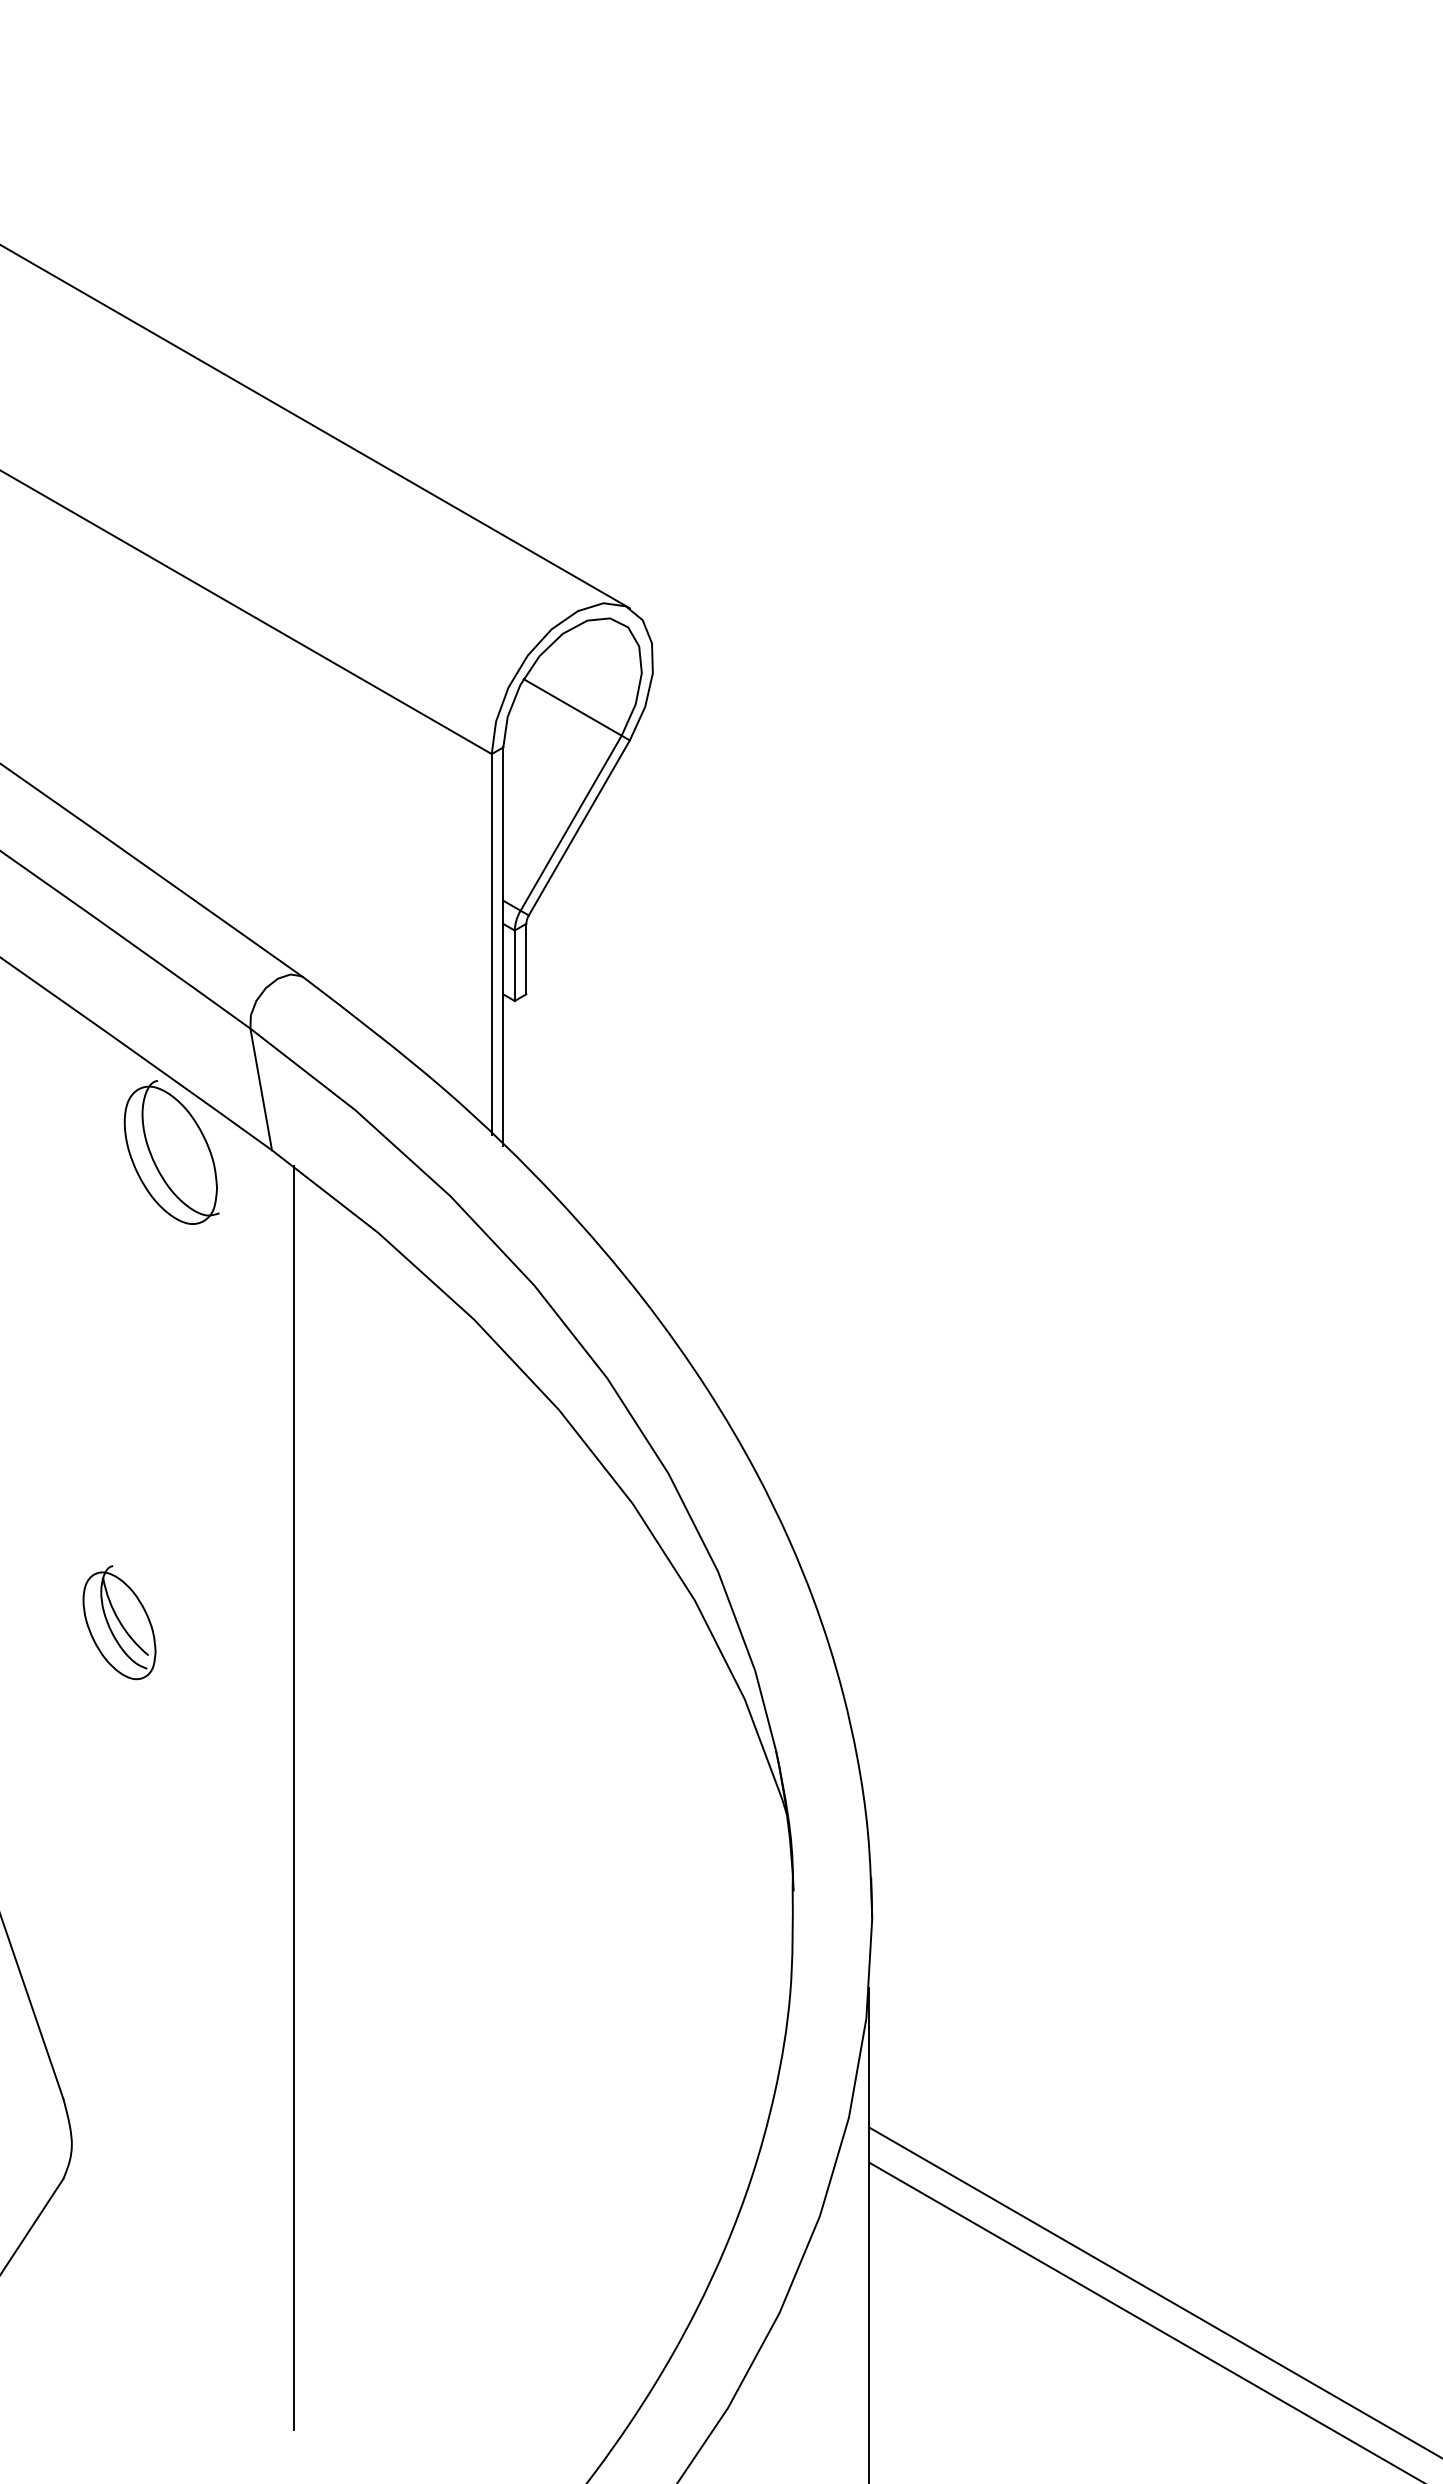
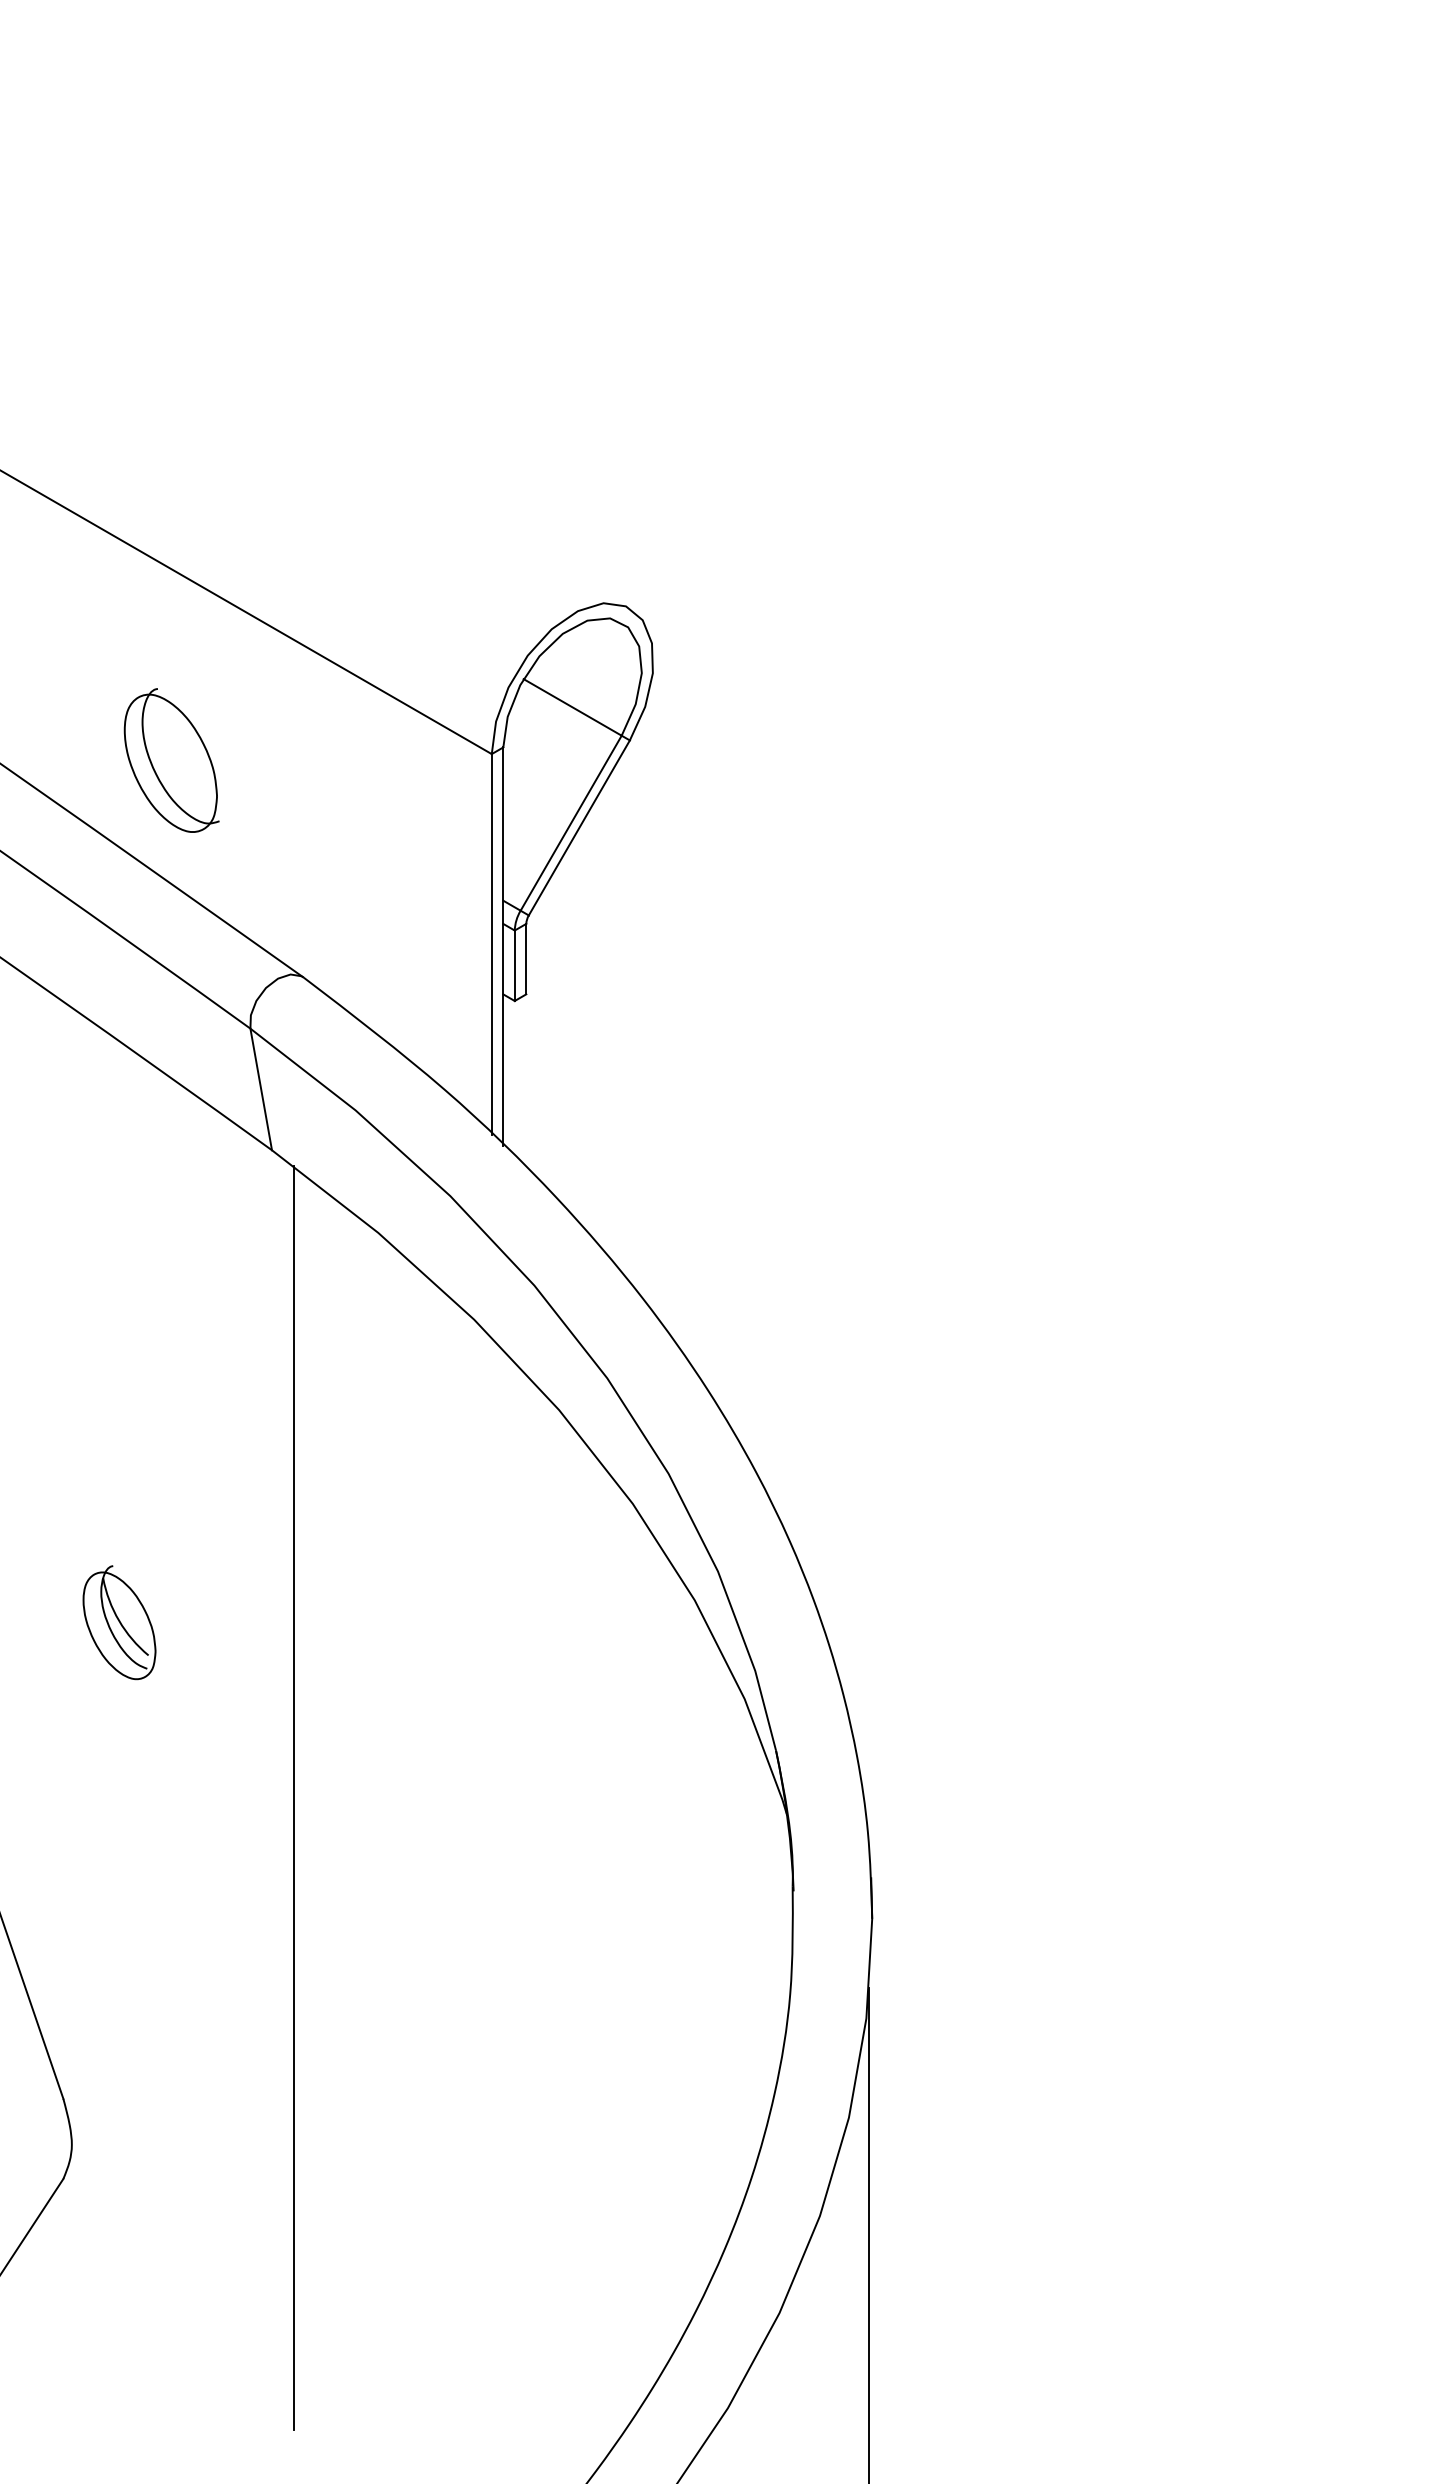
line at (315, 427): present -> none
part at (171, 1152) position: (171, 1152) -> (171, 760)
line at (1154, 2291): present -> none
line at (1144, 2321): present -> none
